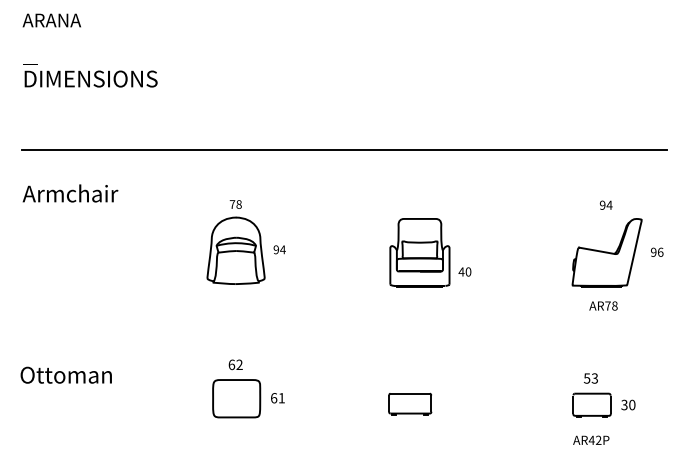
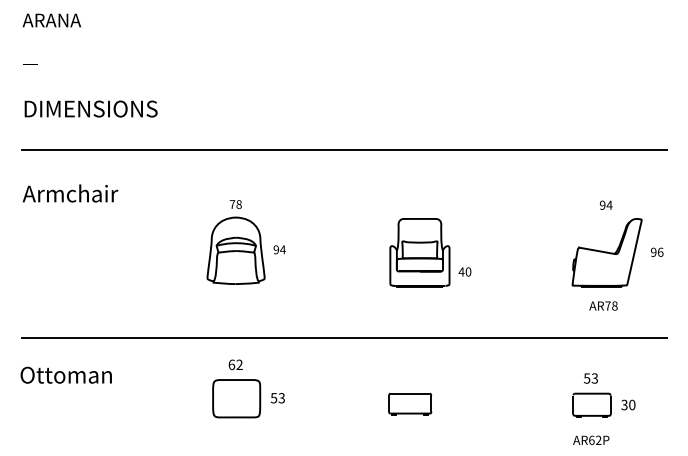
text at (90, 78) position: (90, 78) -> (90, 108)
line at (344, 338): none -> present
text at (277, 398): 61 -> 53
text at (591, 439): AR42P -> AR62P
